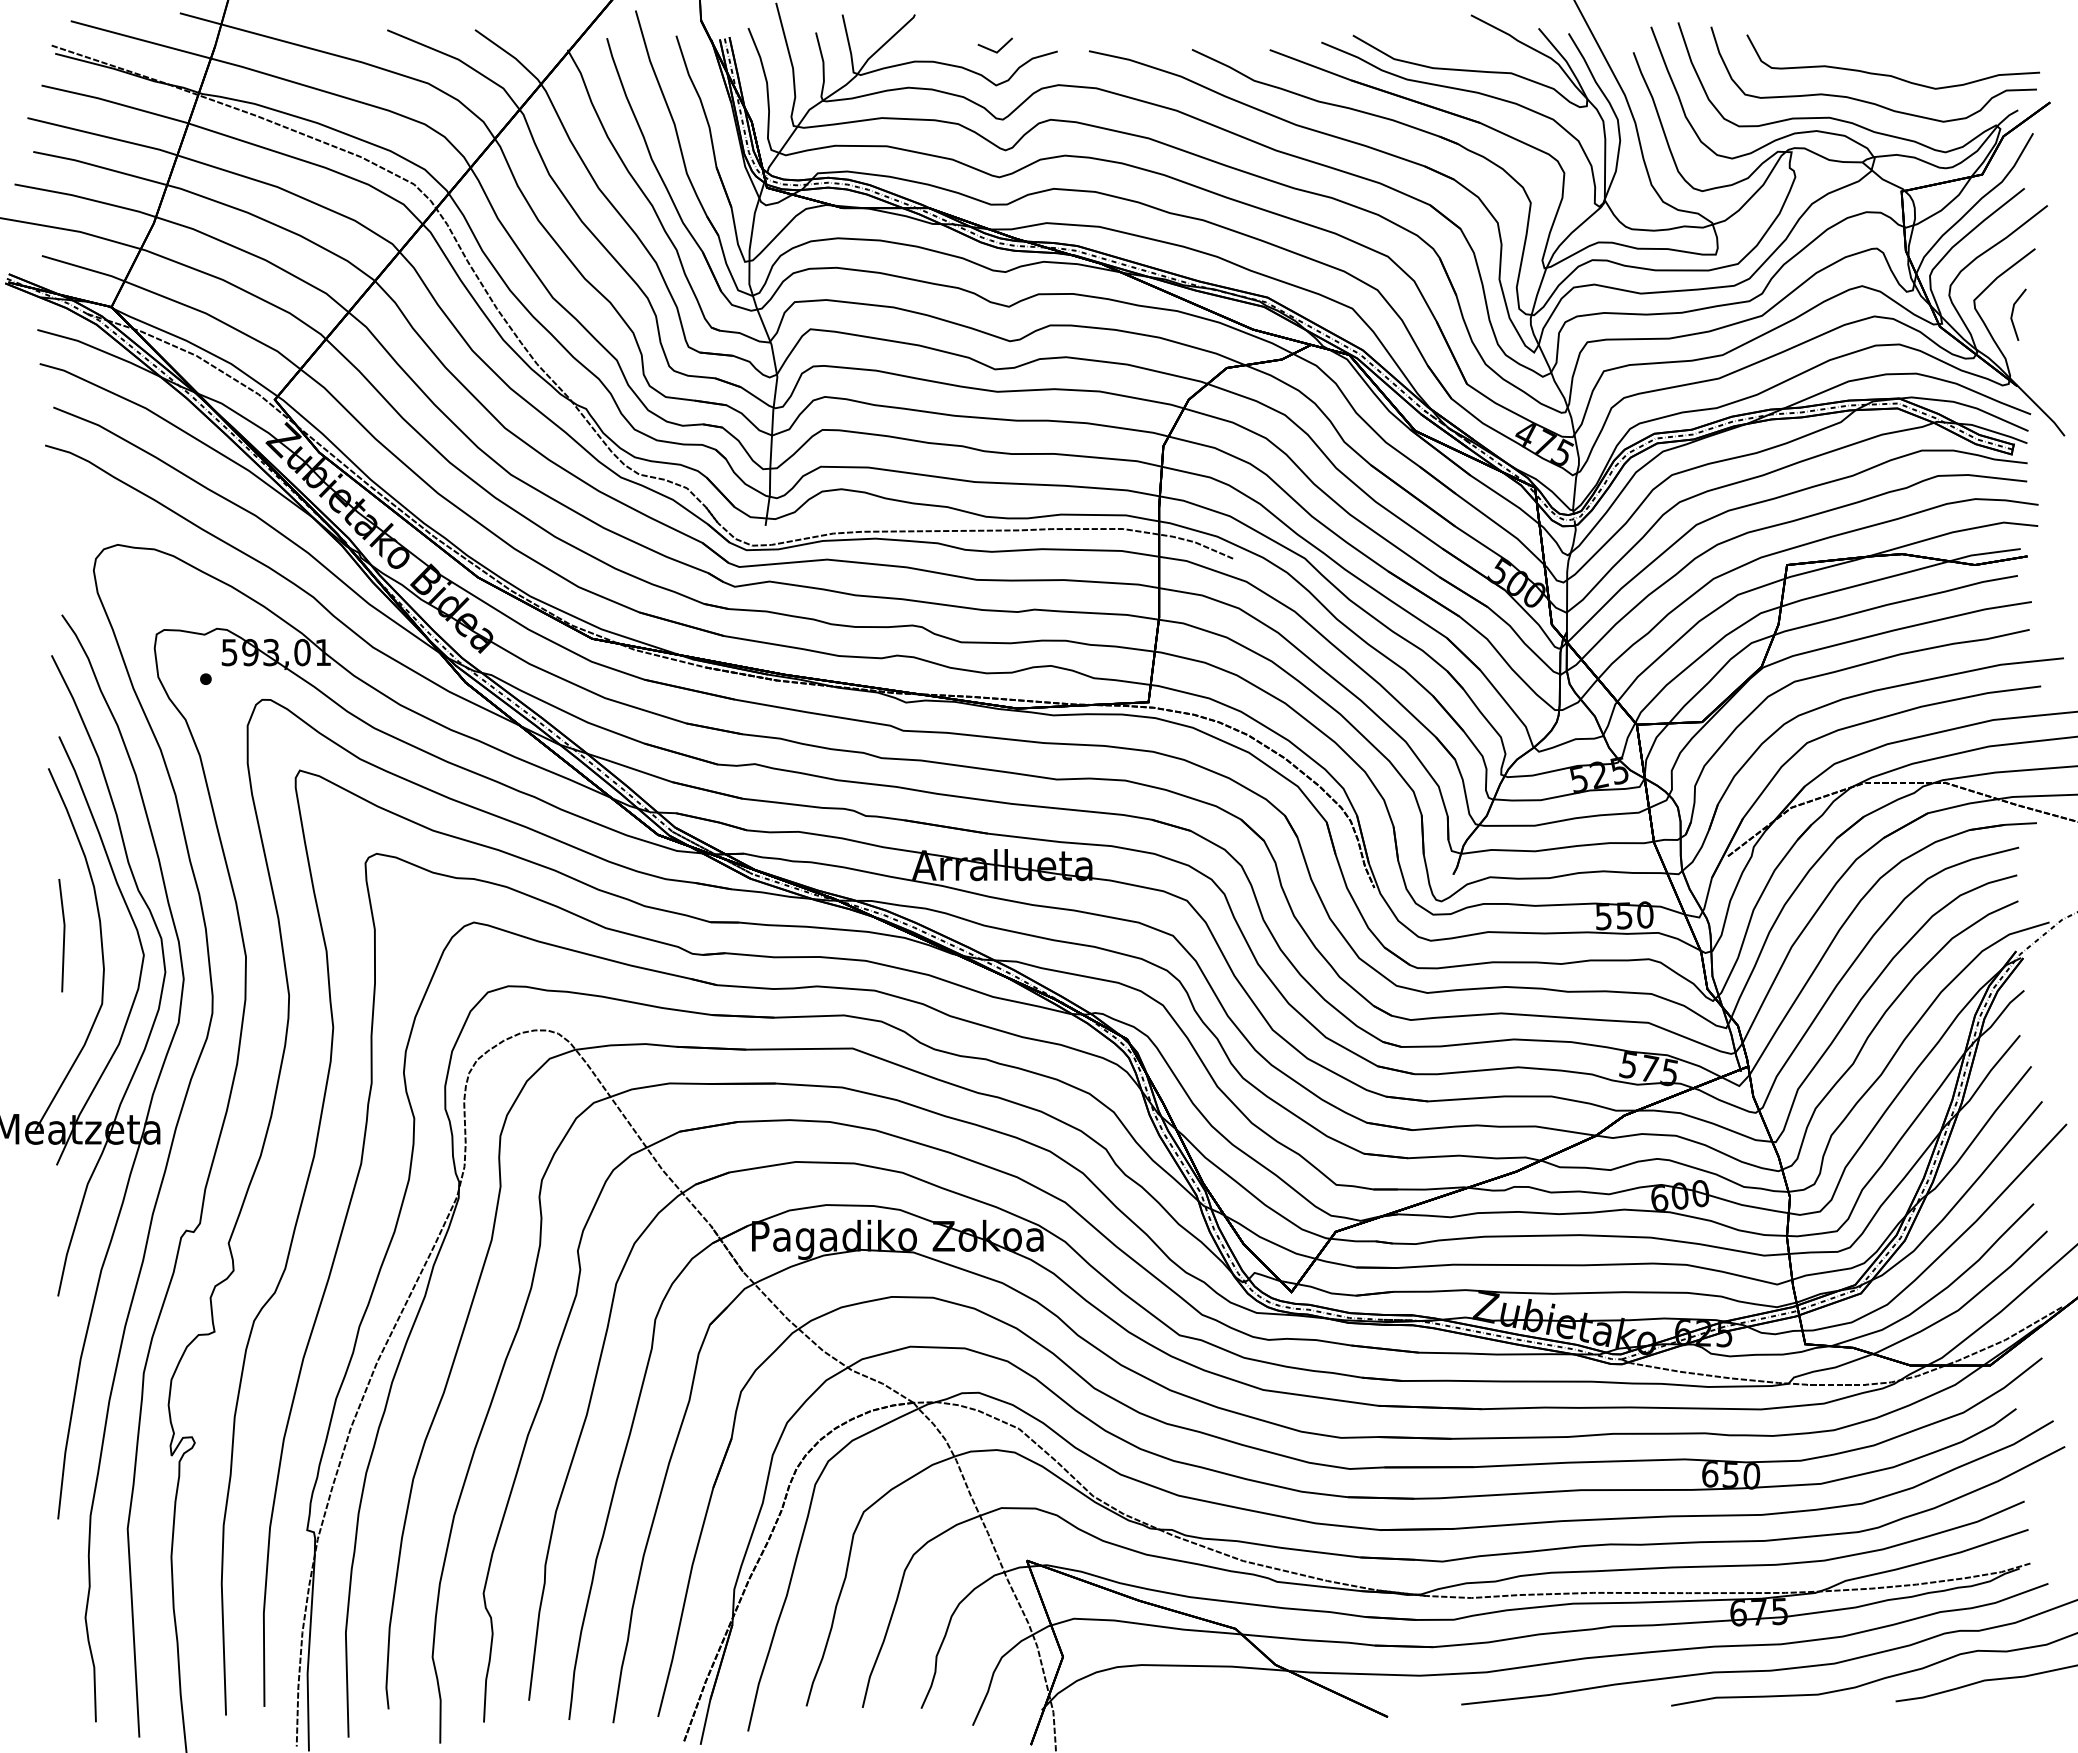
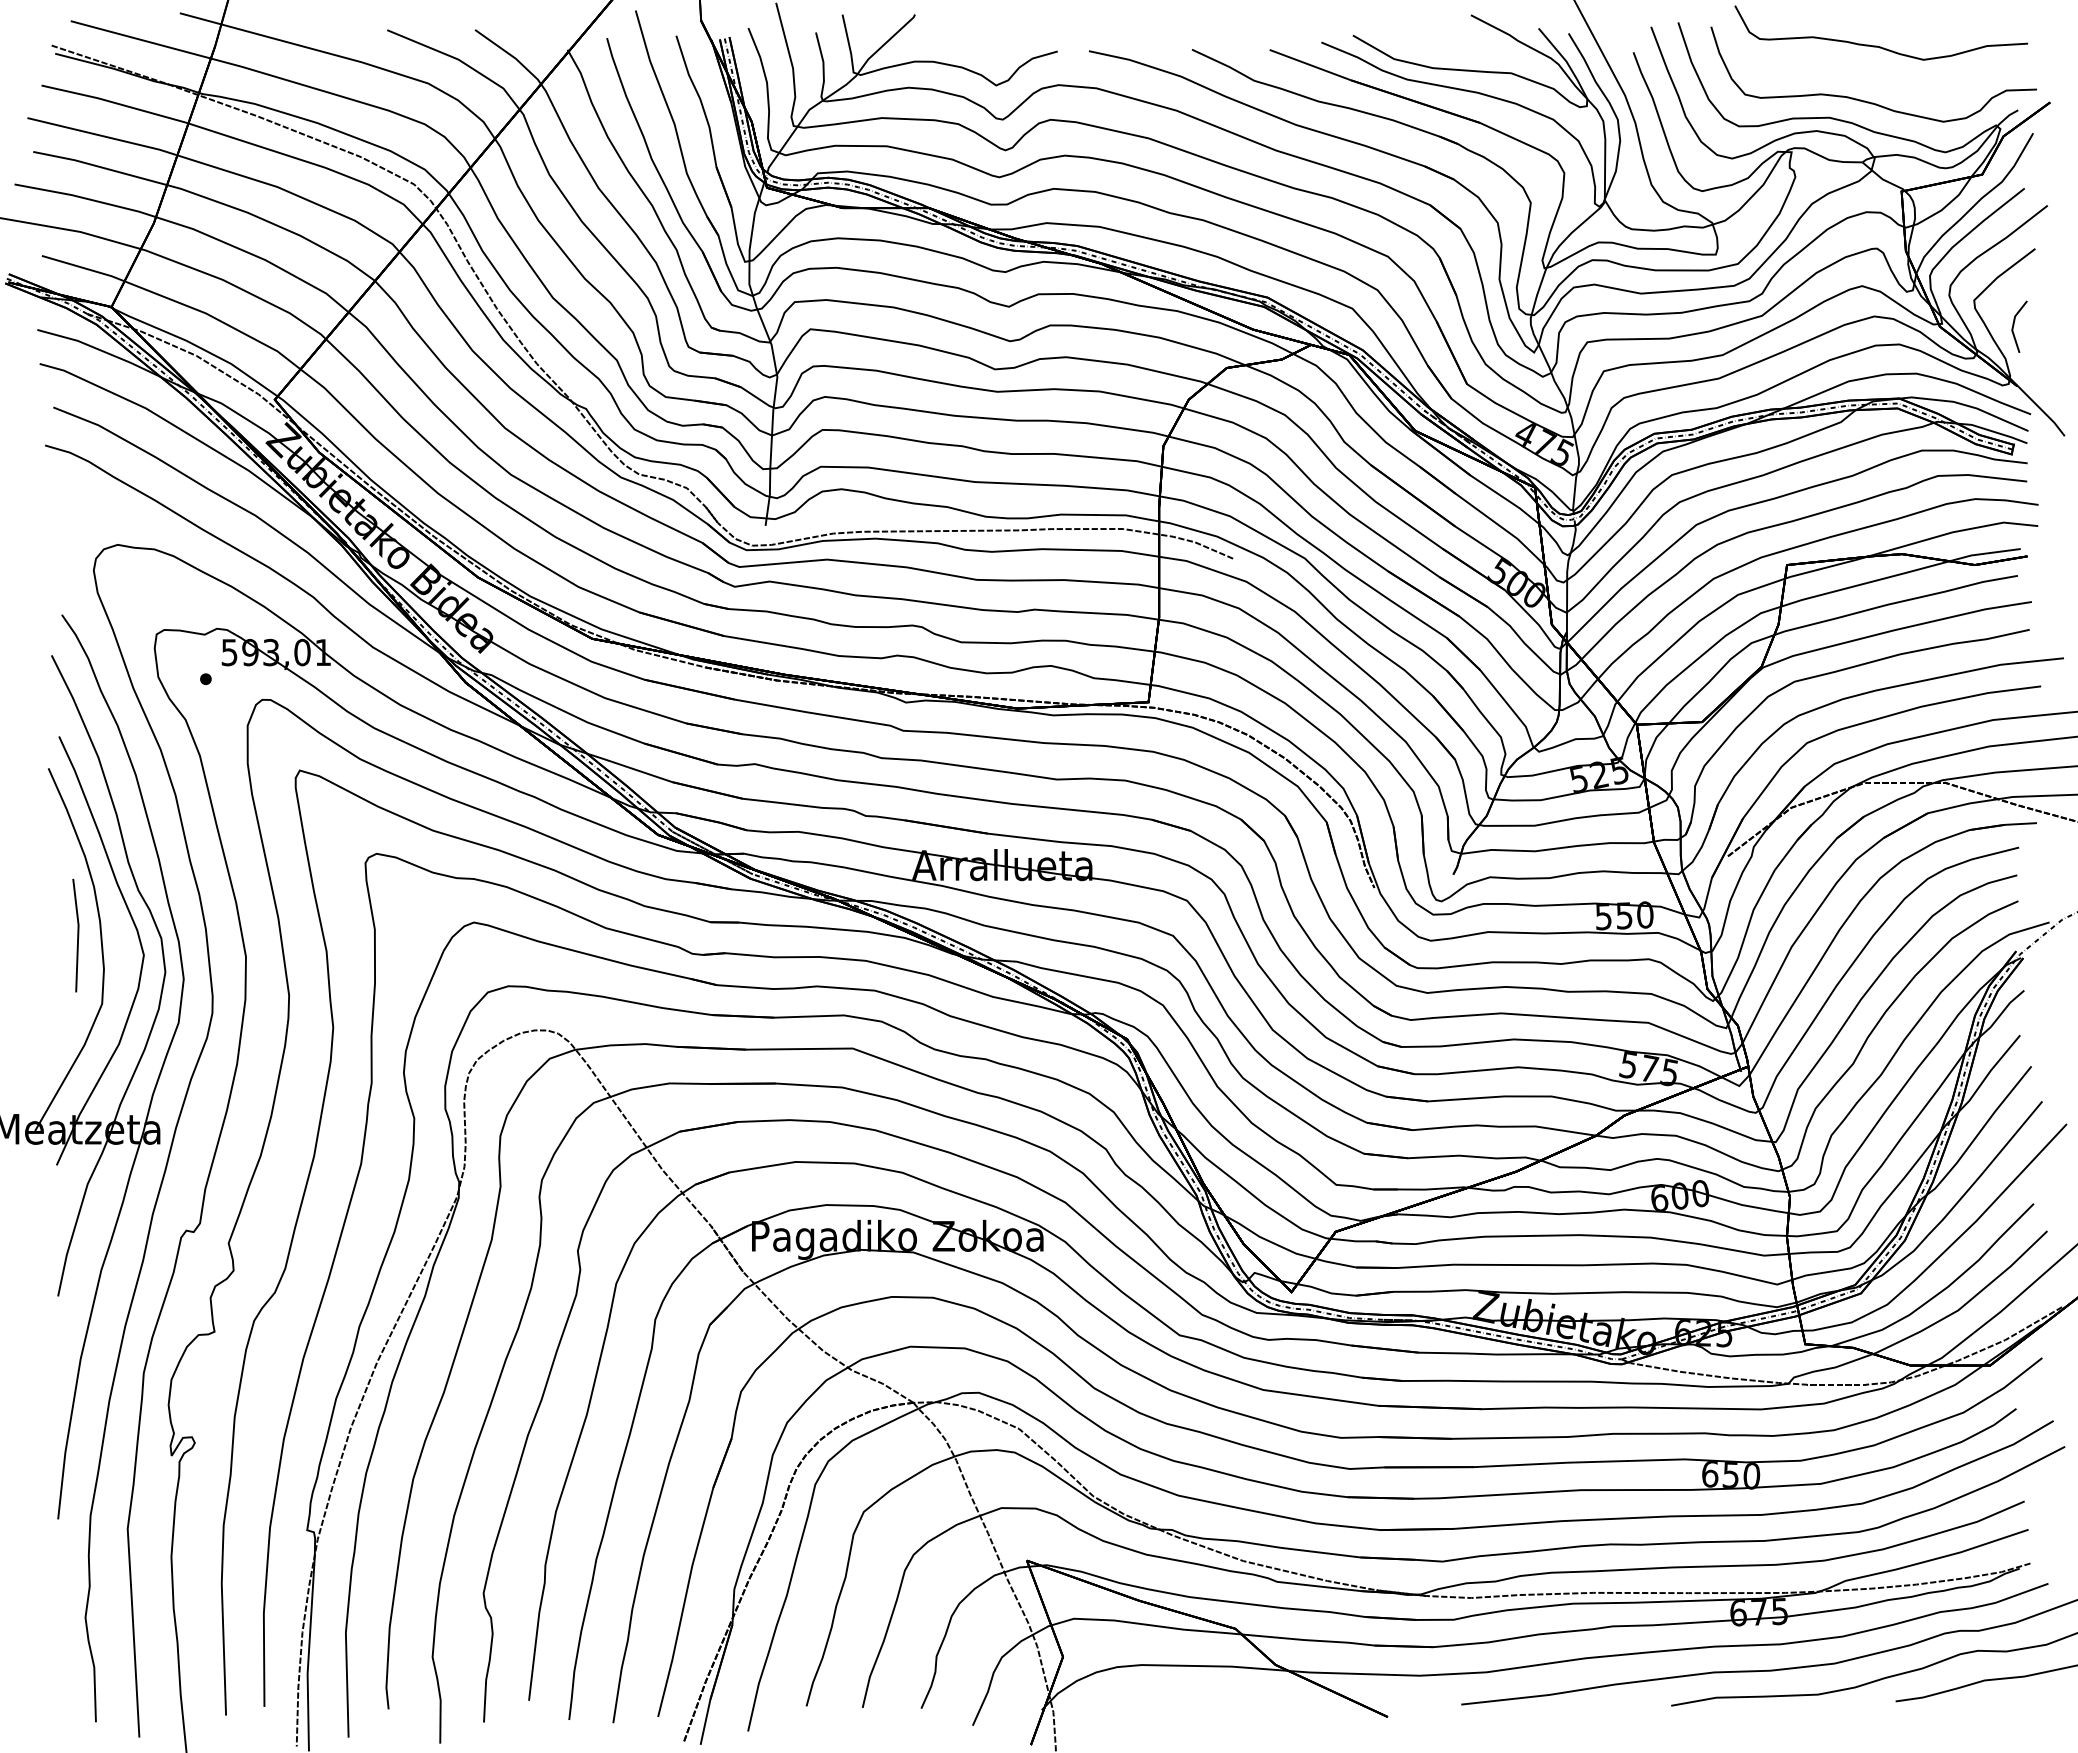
line at (992, 49): present -> none
curve at (1889, 74) position: (1889, 74) -> (1877, 45)
line at (2013, 313) position: (2013, 313) -> (2014, 325)
line at (63, 935) position: (63, 935) -> (77, 935)
